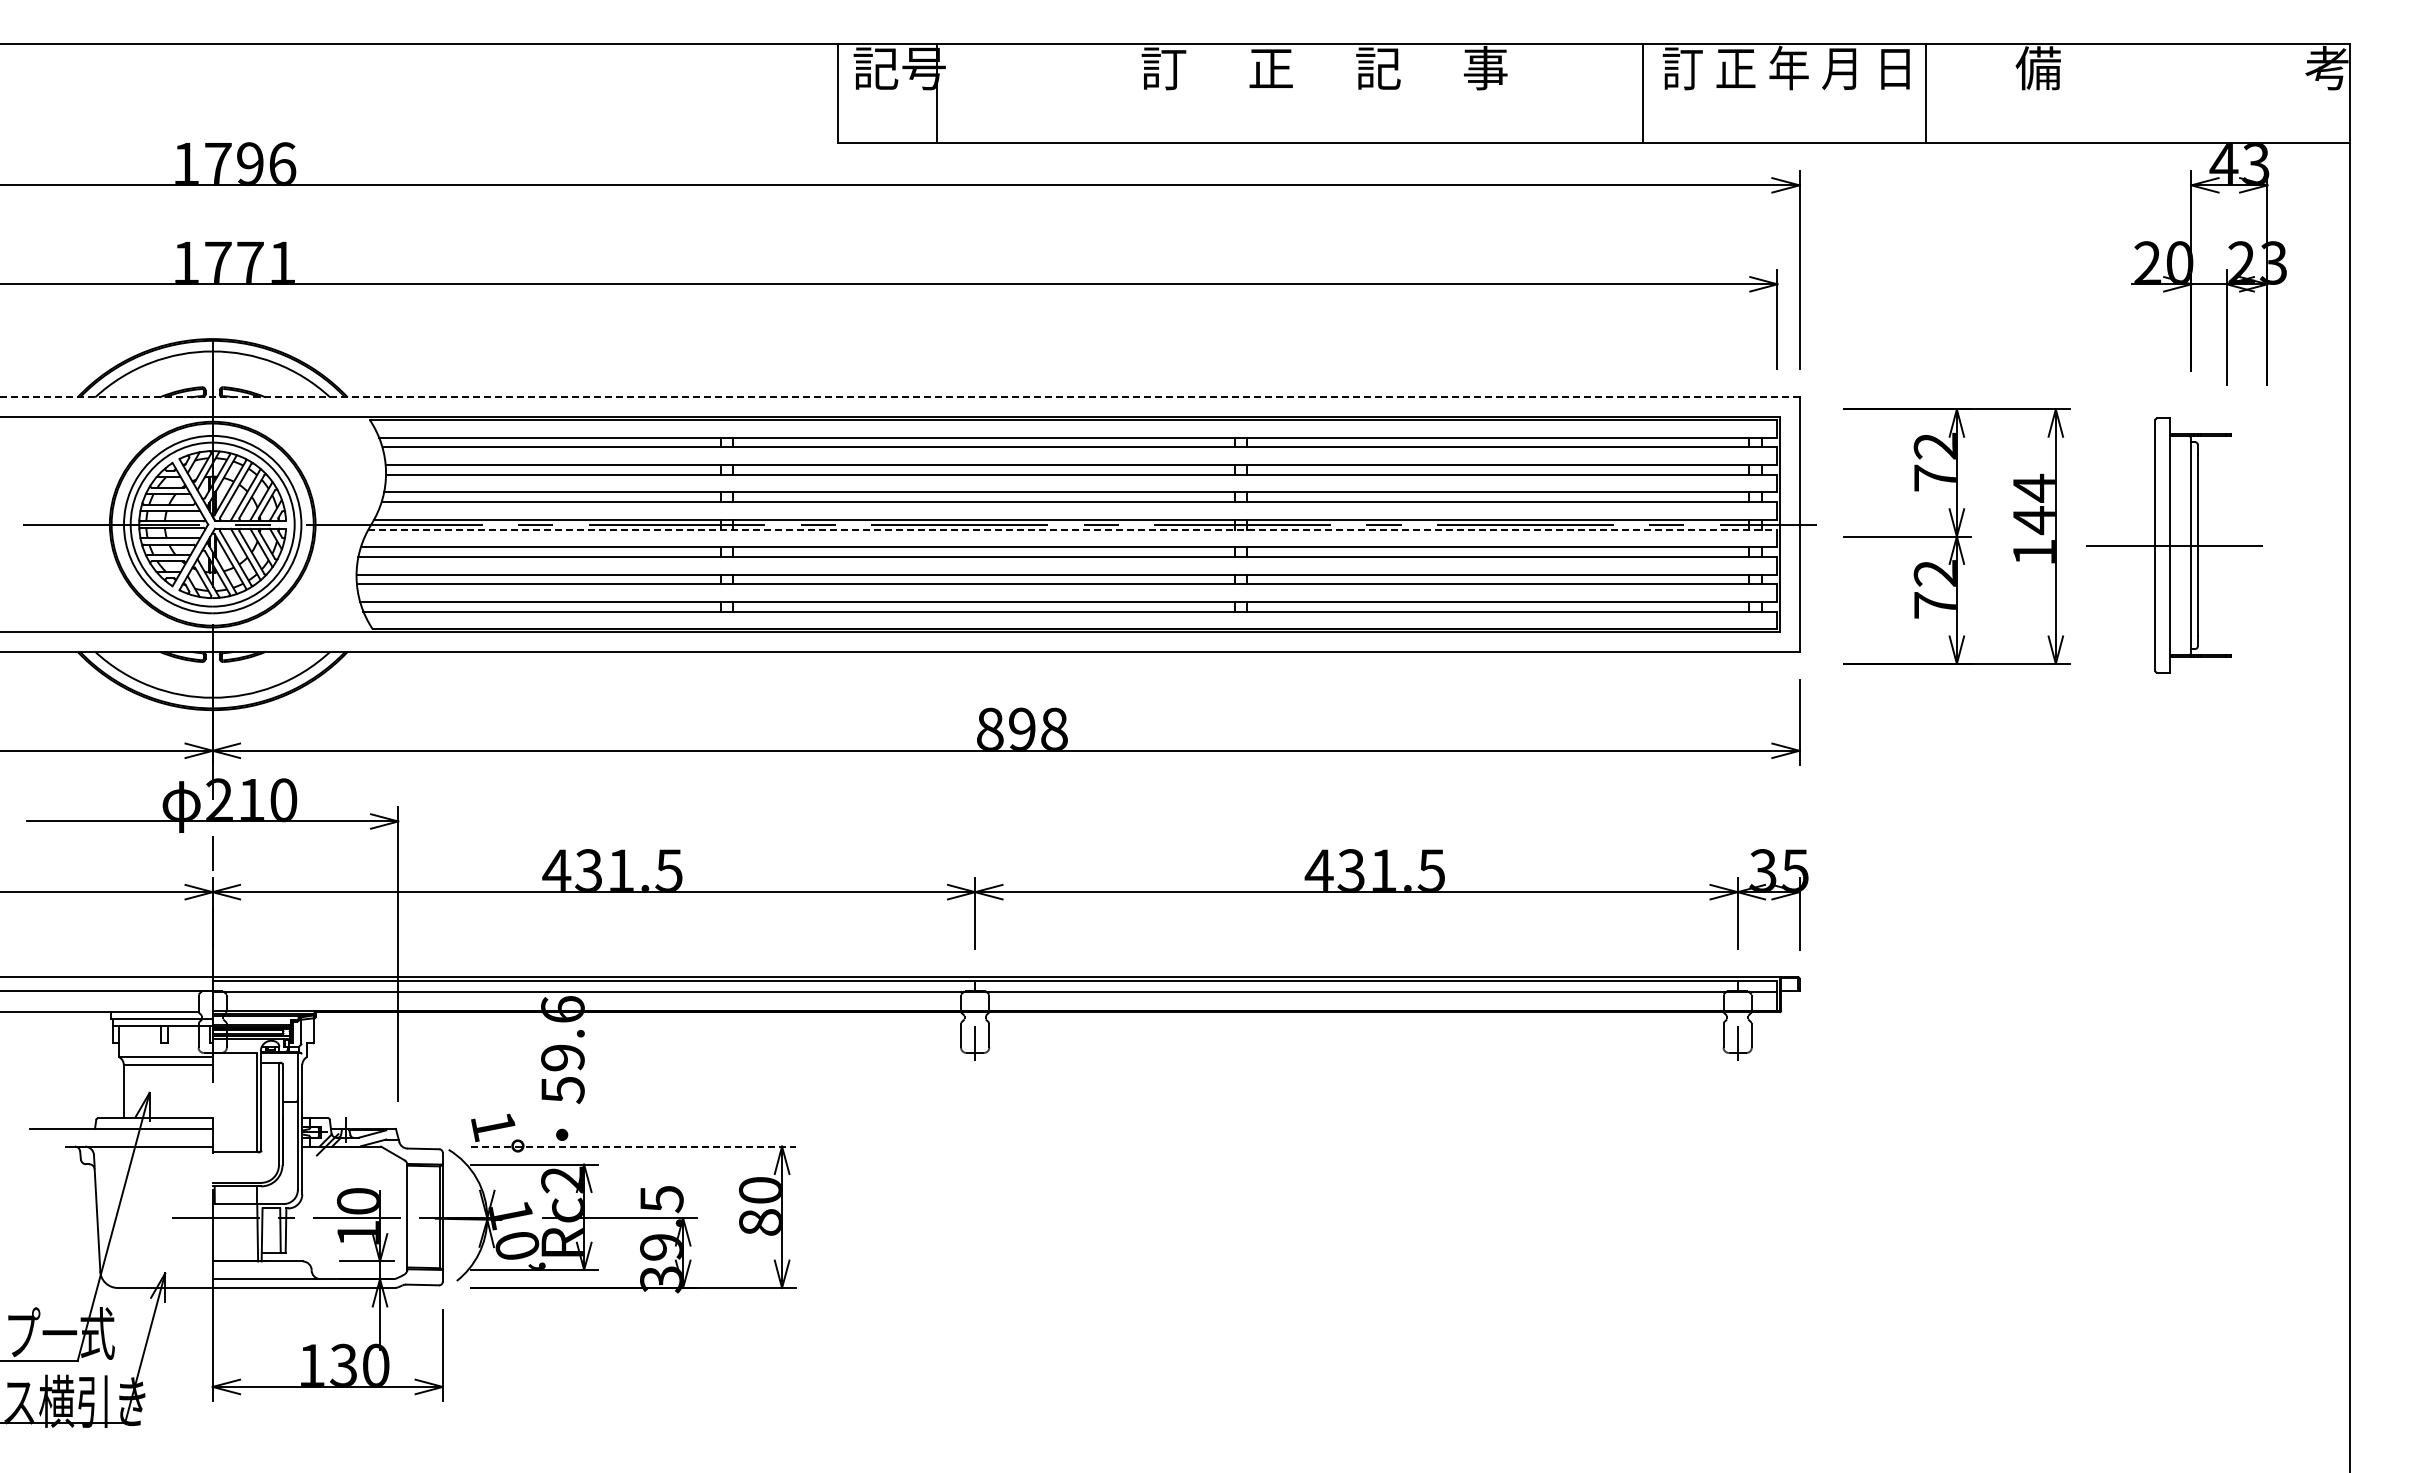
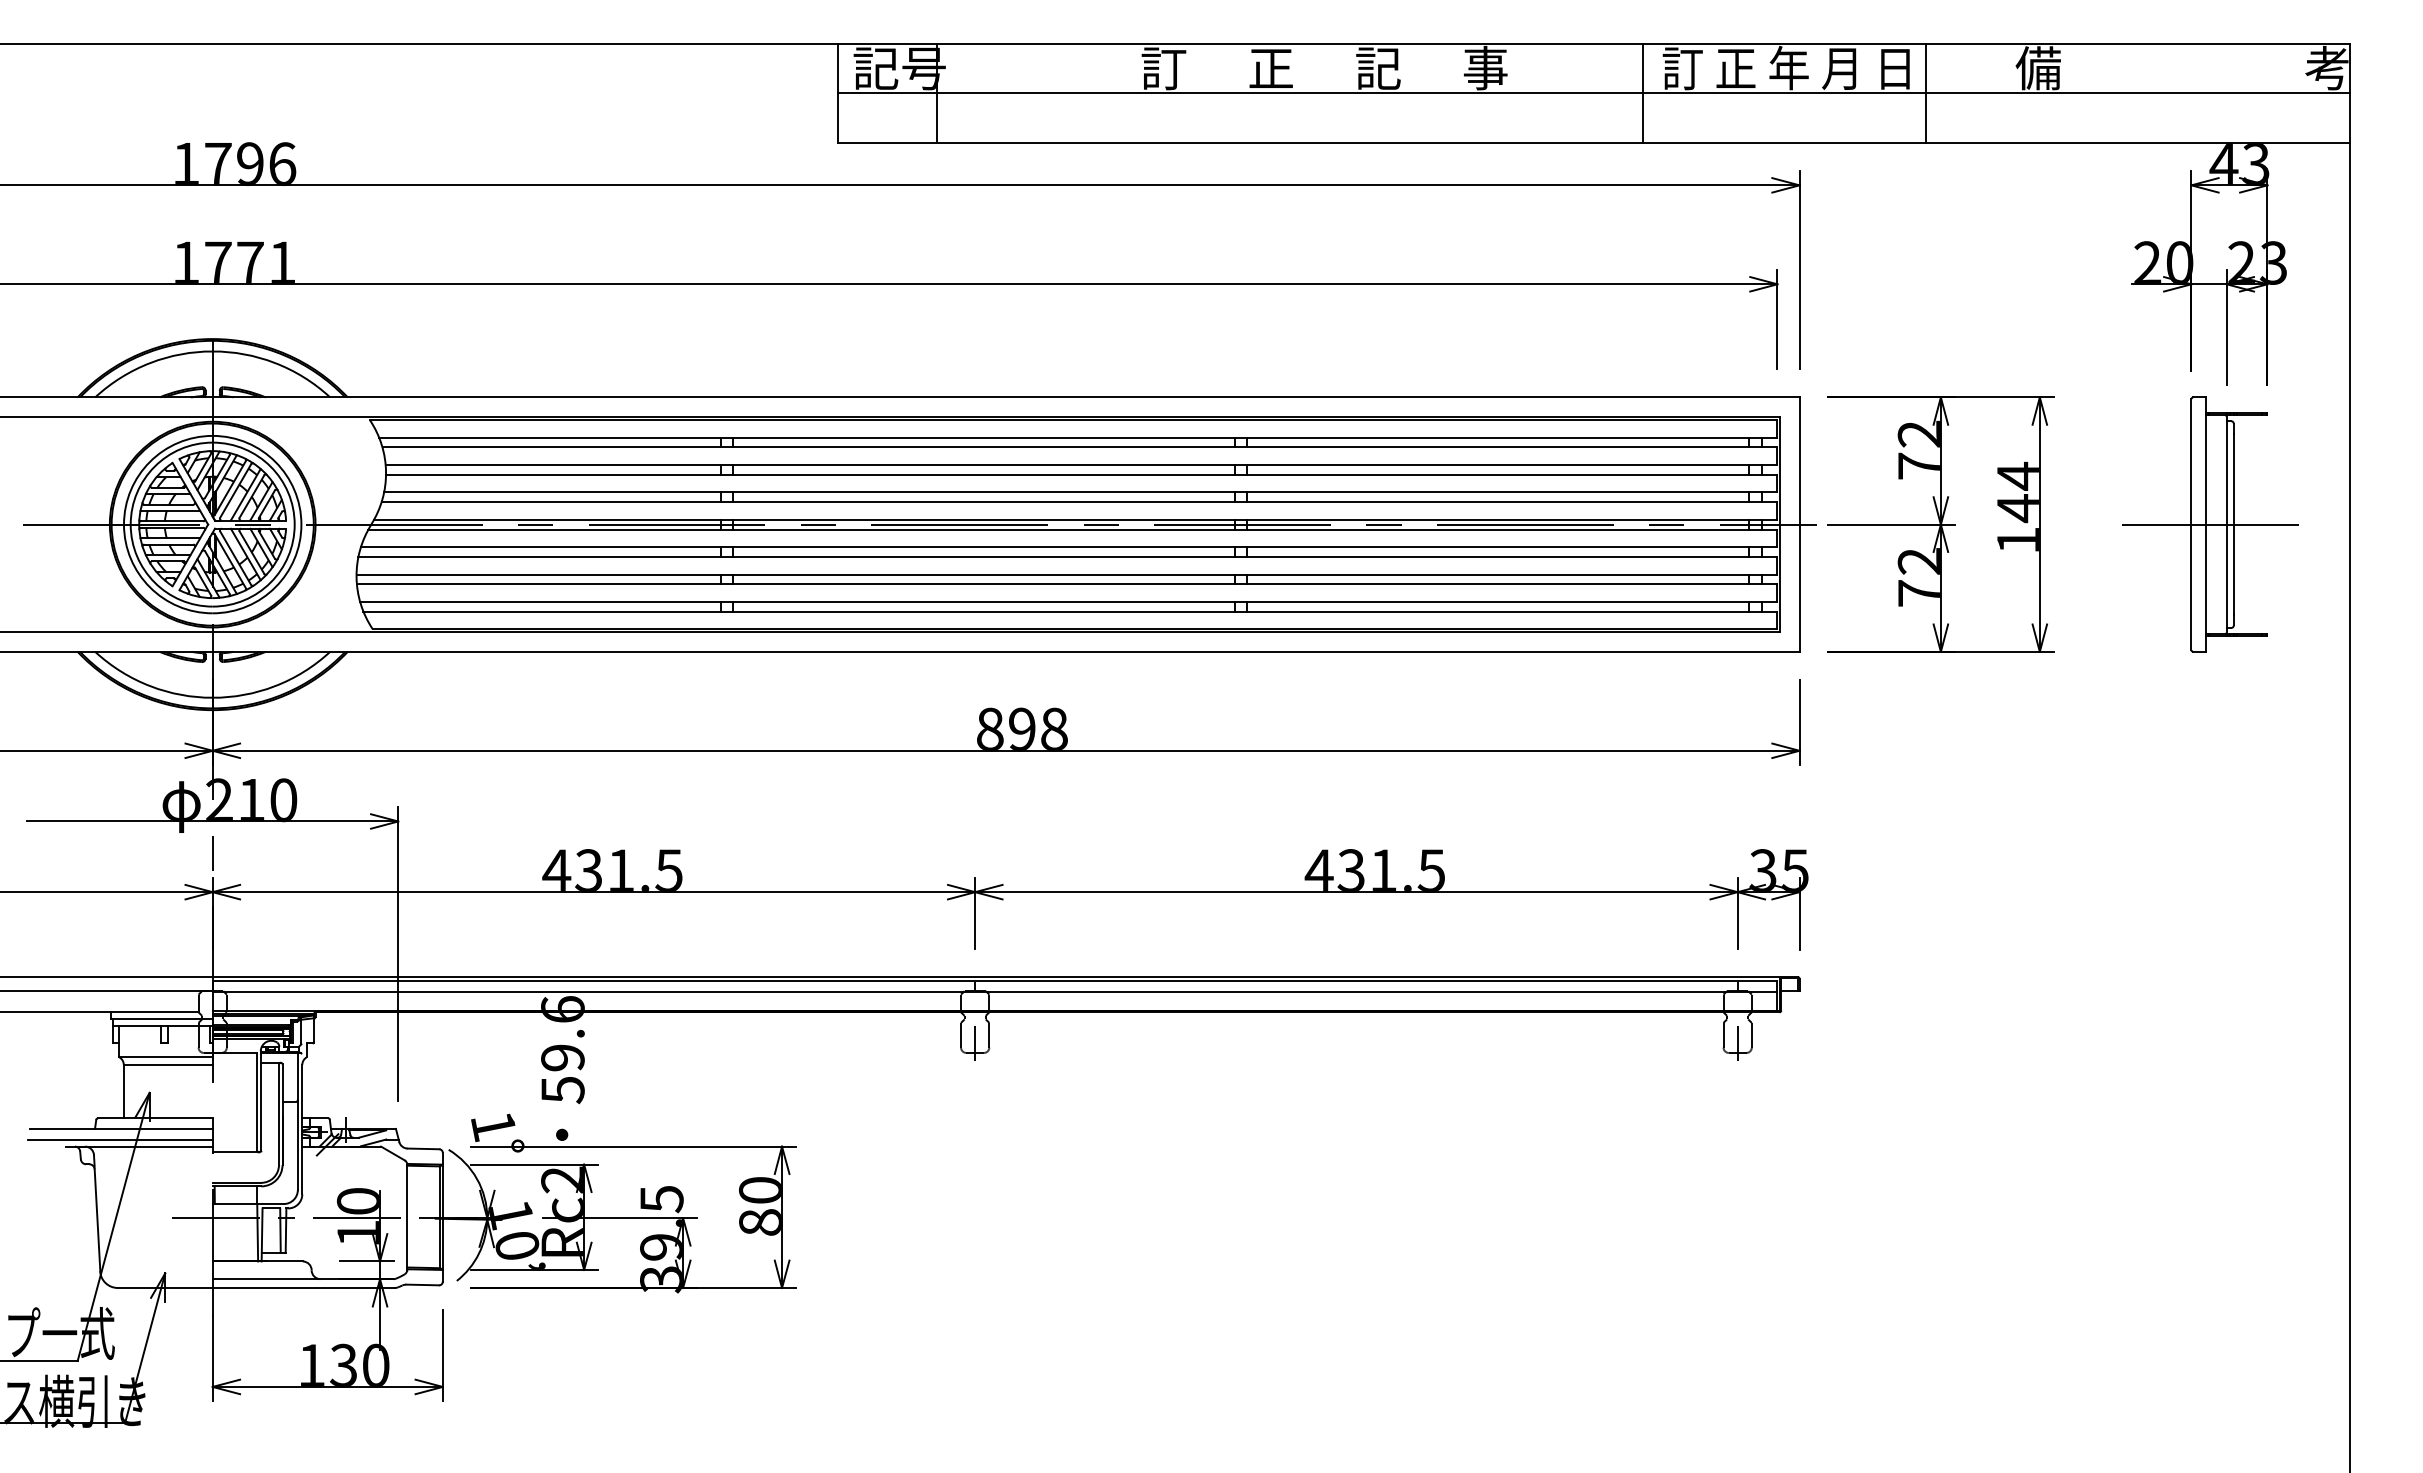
line at (1593, 93): none -> present
line at (899, 397): dashed -> solid
line at (1072, 529): dashed -> solid
part at (1956, 536) position: (1956, 536) -> (1940, 524)
part at (2174, 545) position: (2174, 545) -> (2210, 524)
line at (120, 1139): none -> present
line at (633, 1146): dashed -> solid
